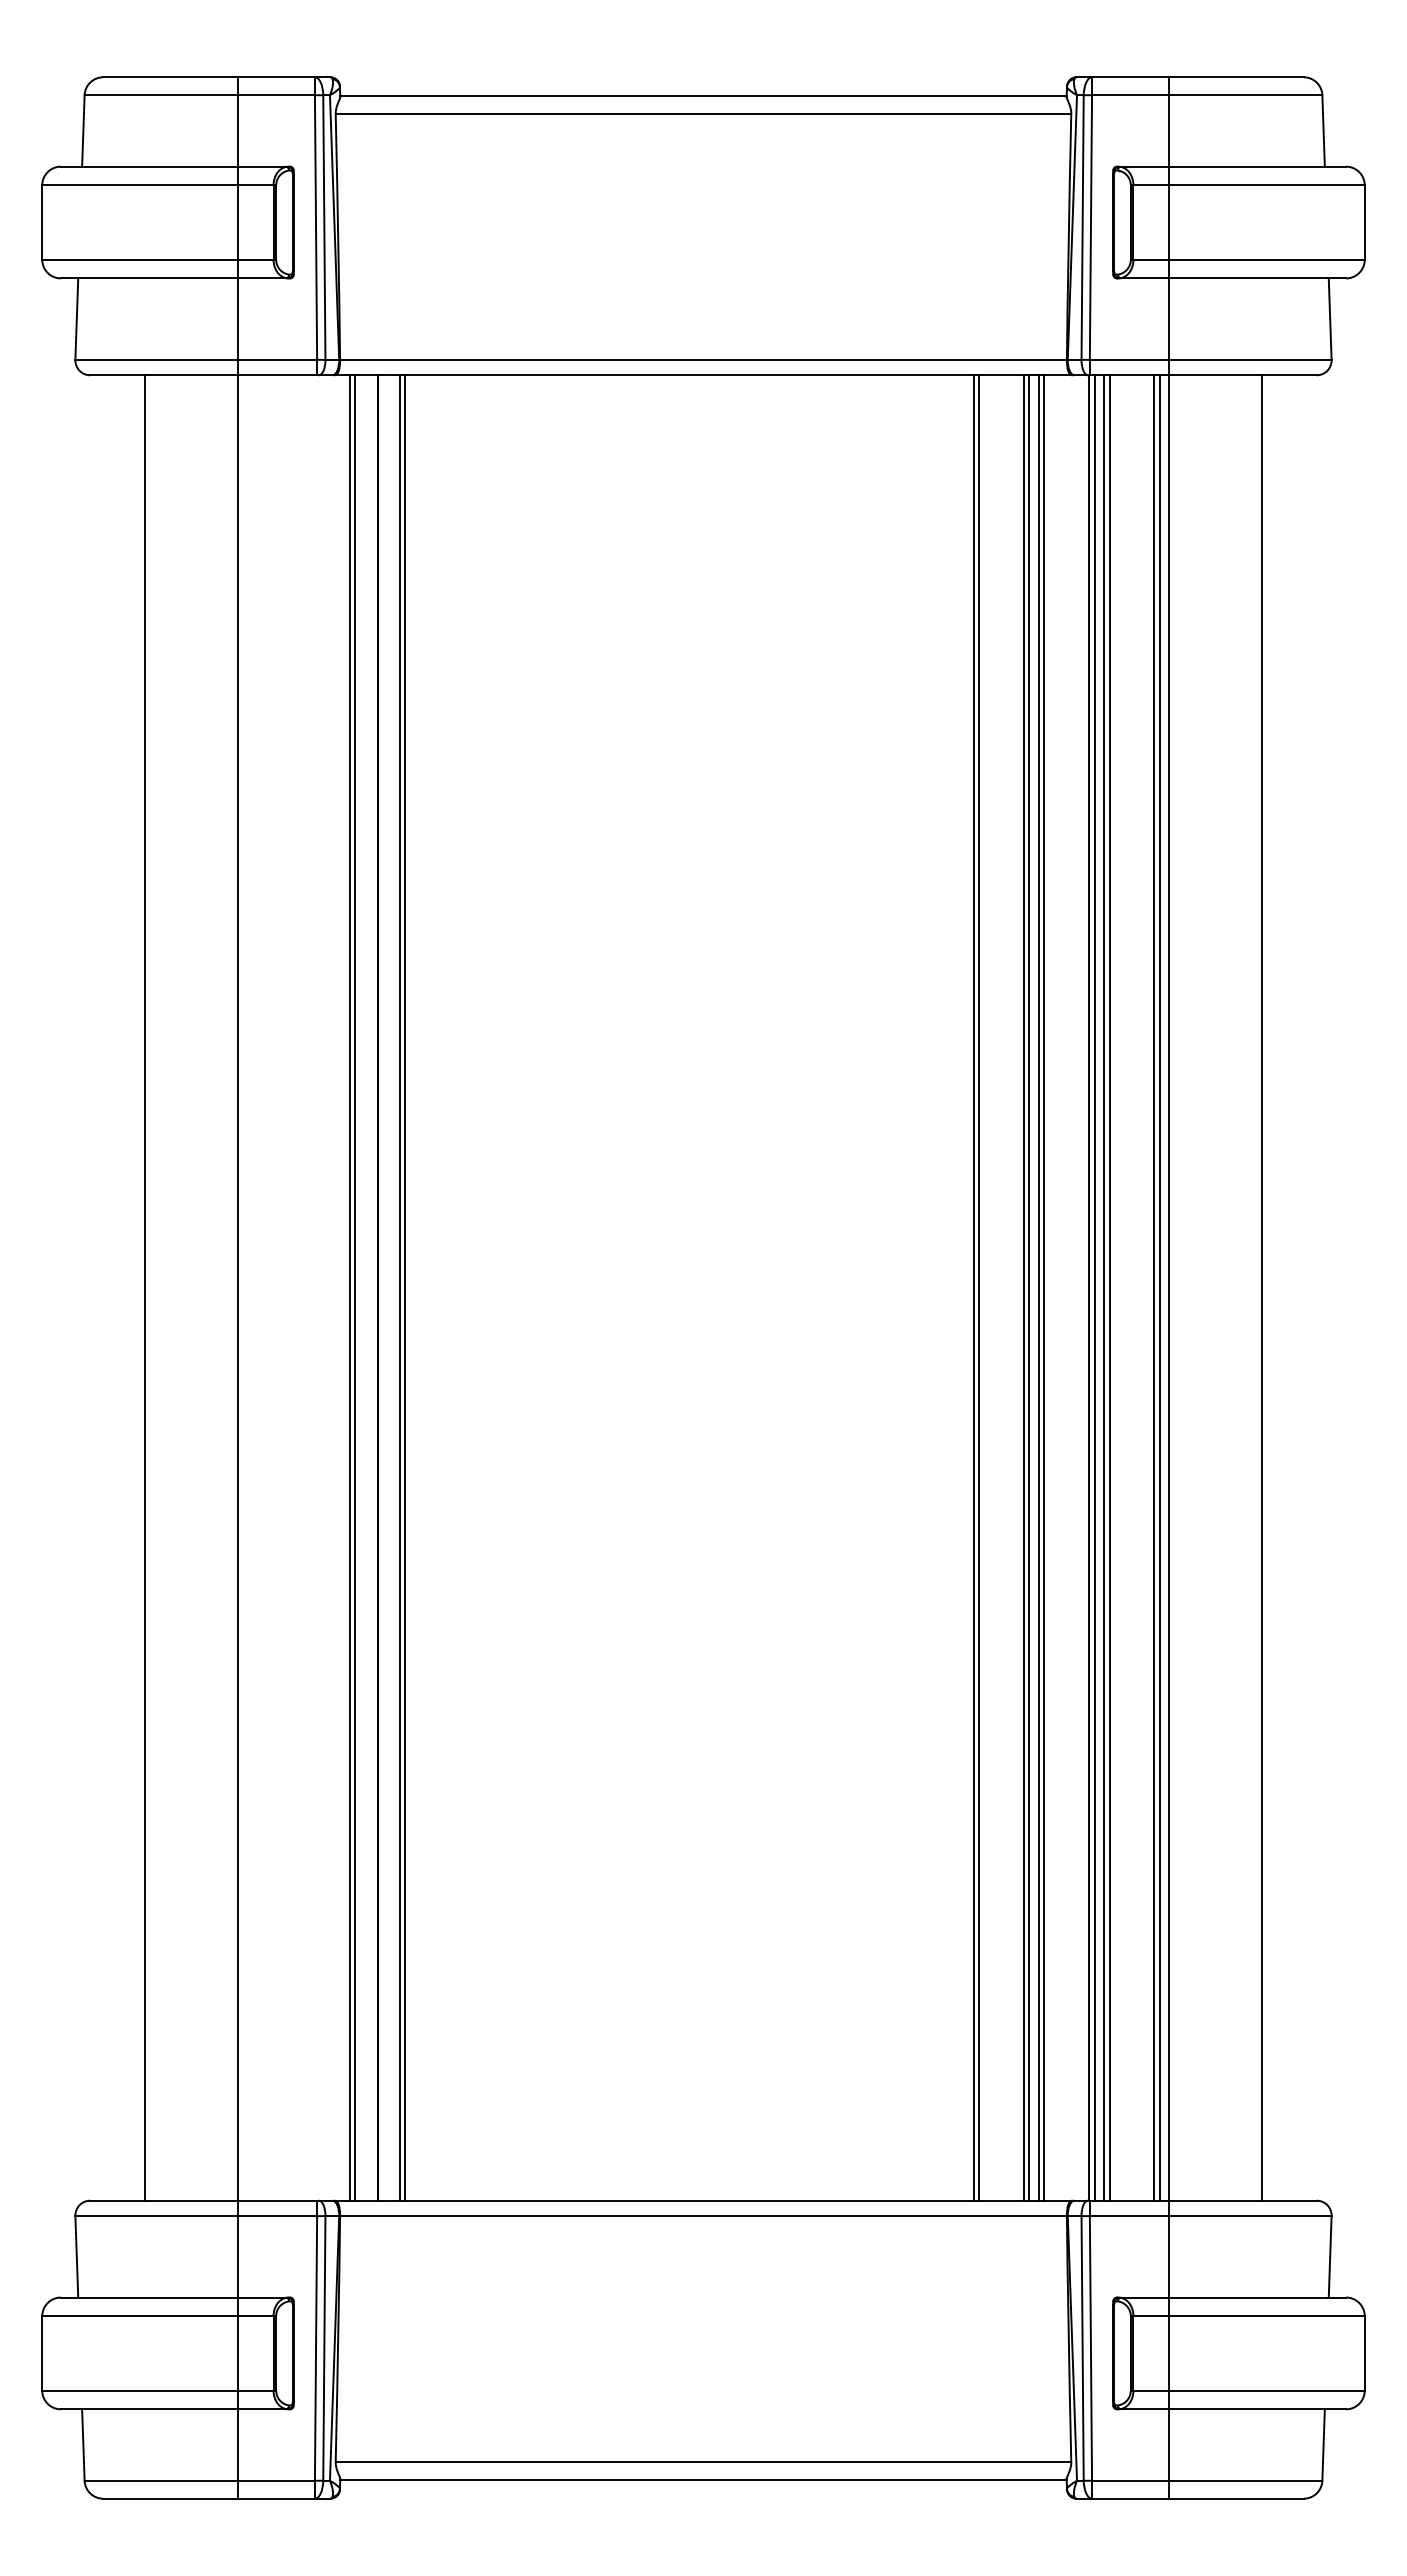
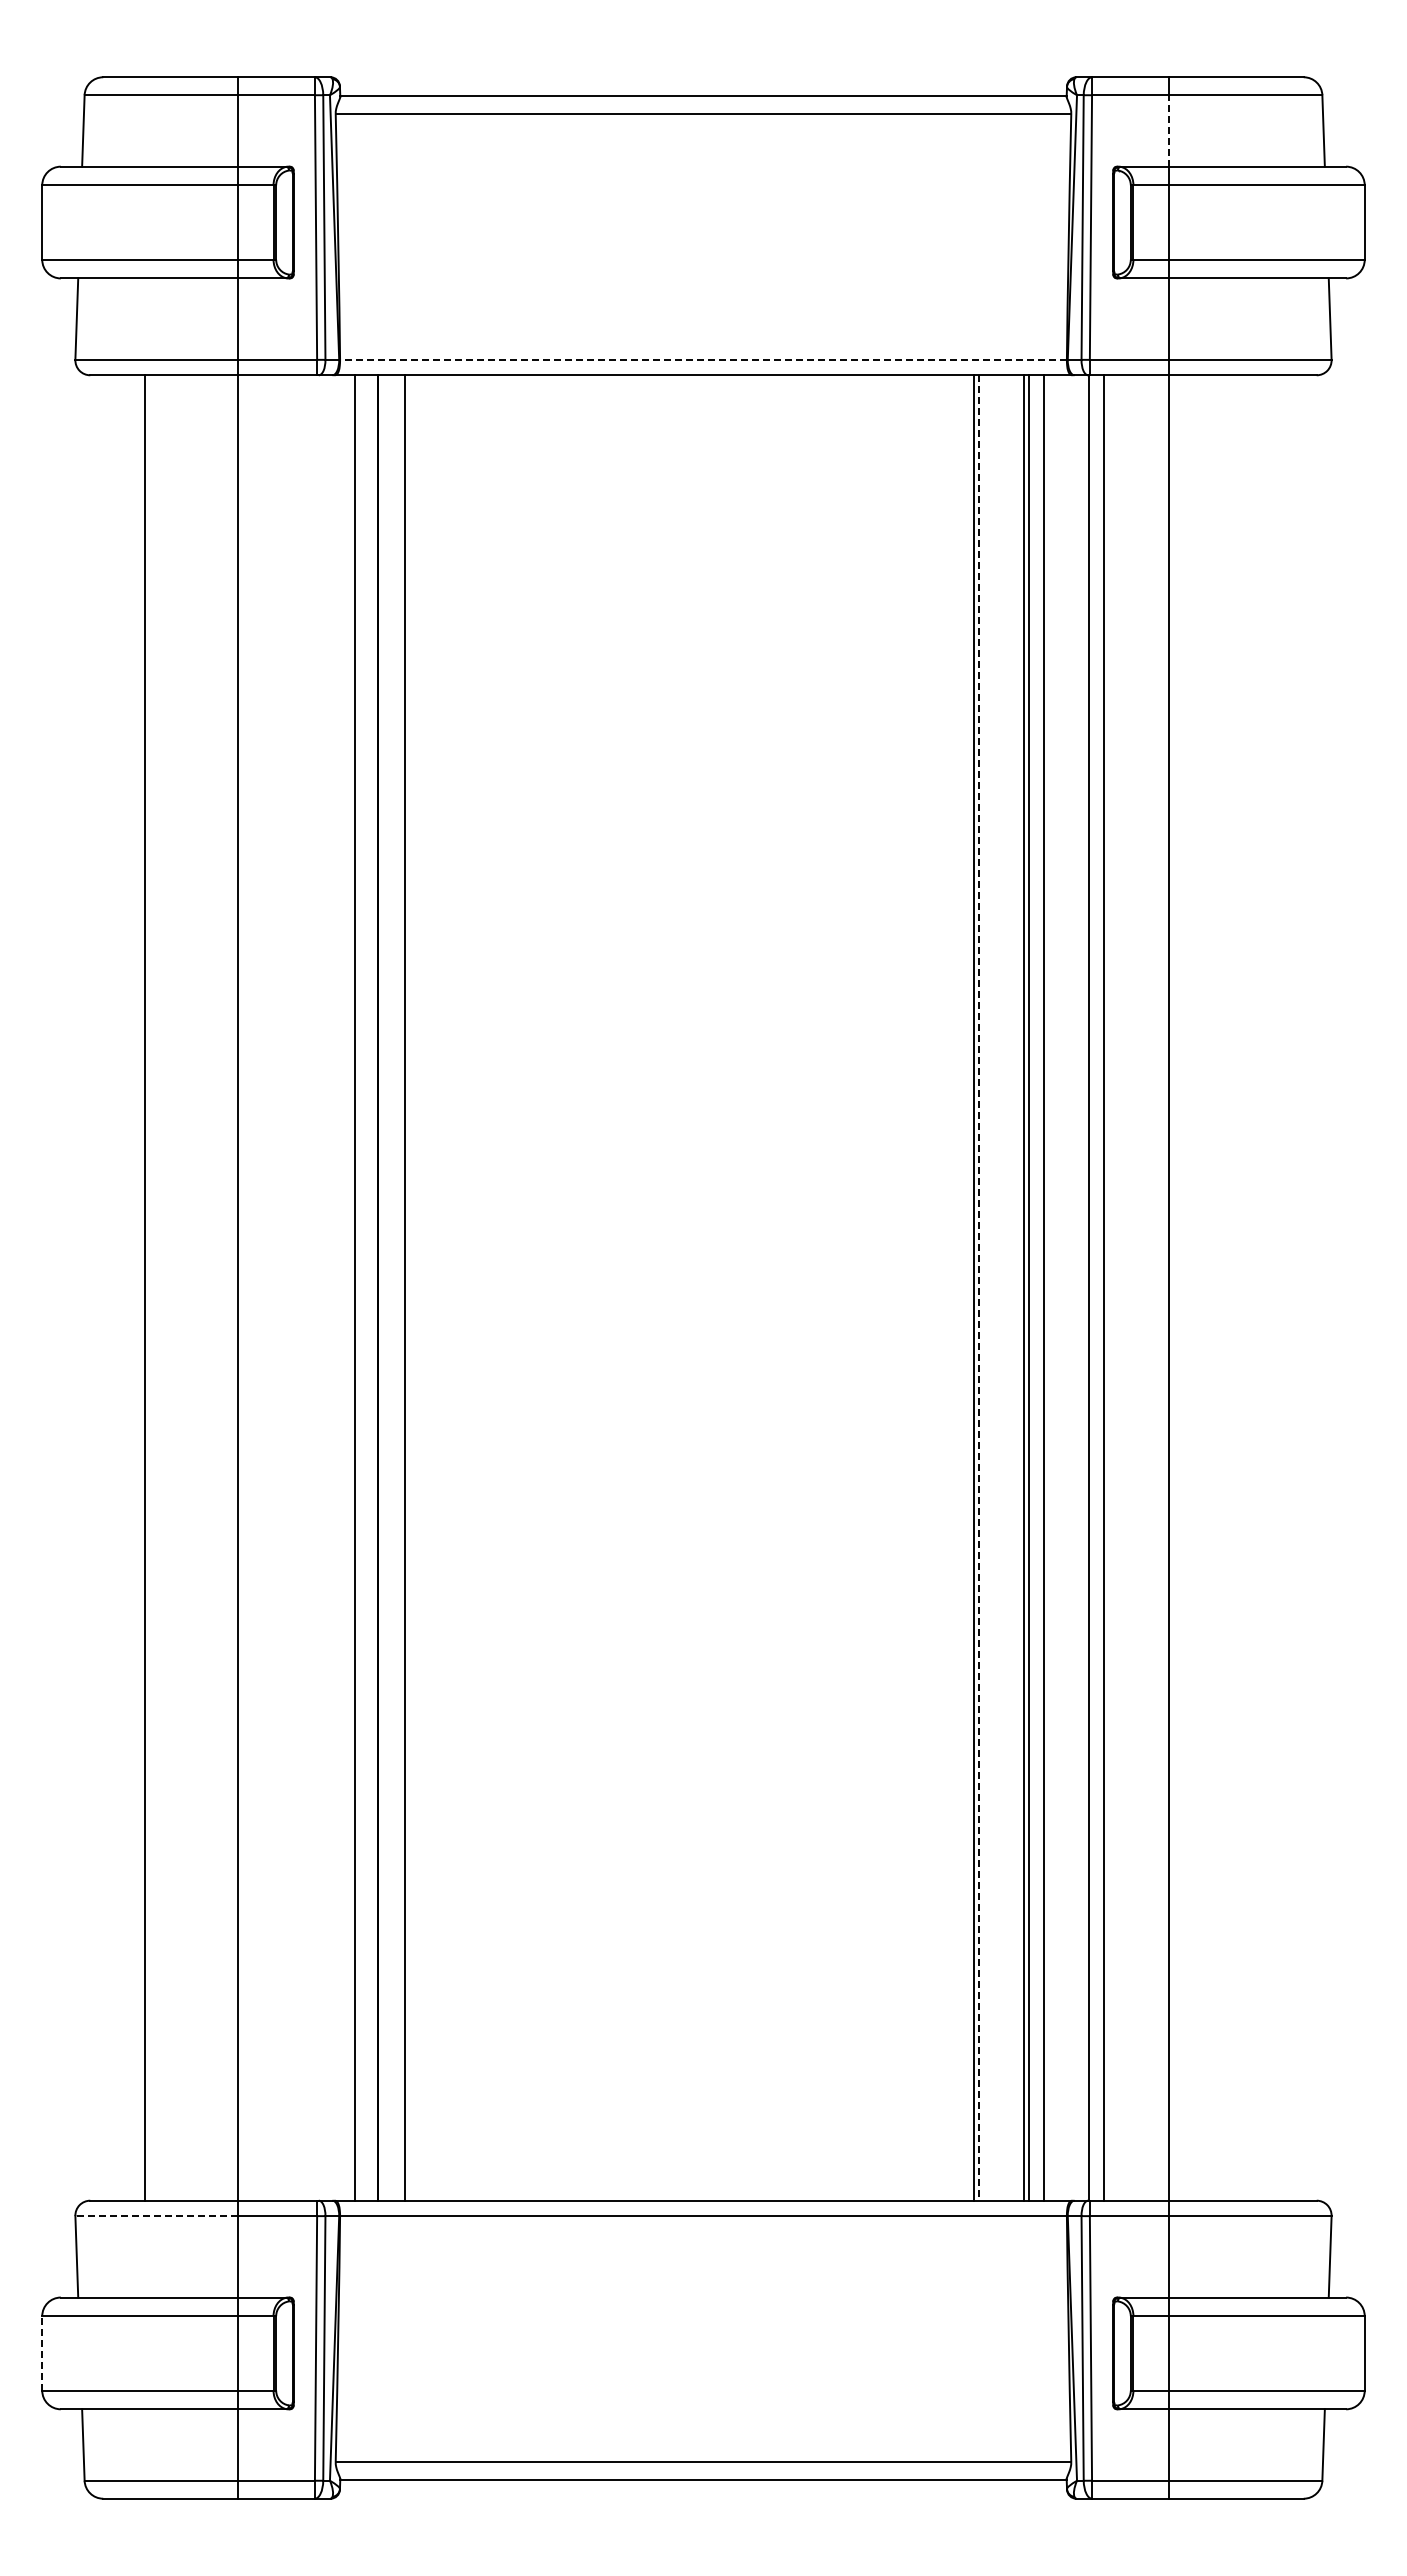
line at (1169, 130): solid -> dashed
line at (703, 359): solid -> dashed
line at (349, 1287): present -> none
line at (399, 1287): present -> none
line at (979, 1287): solid -> dashed
line at (1038, 1287): present -> none
line at (1094, 1287): present -> none
line at (1109, 1287): present -> none
line at (1154, 1287): present -> none
line at (1159, 1287): present -> none
line at (1262, 1287): present -> none
line at (156, 2216): solid -> dashed
line at (42, 2352): solid -> dashed
